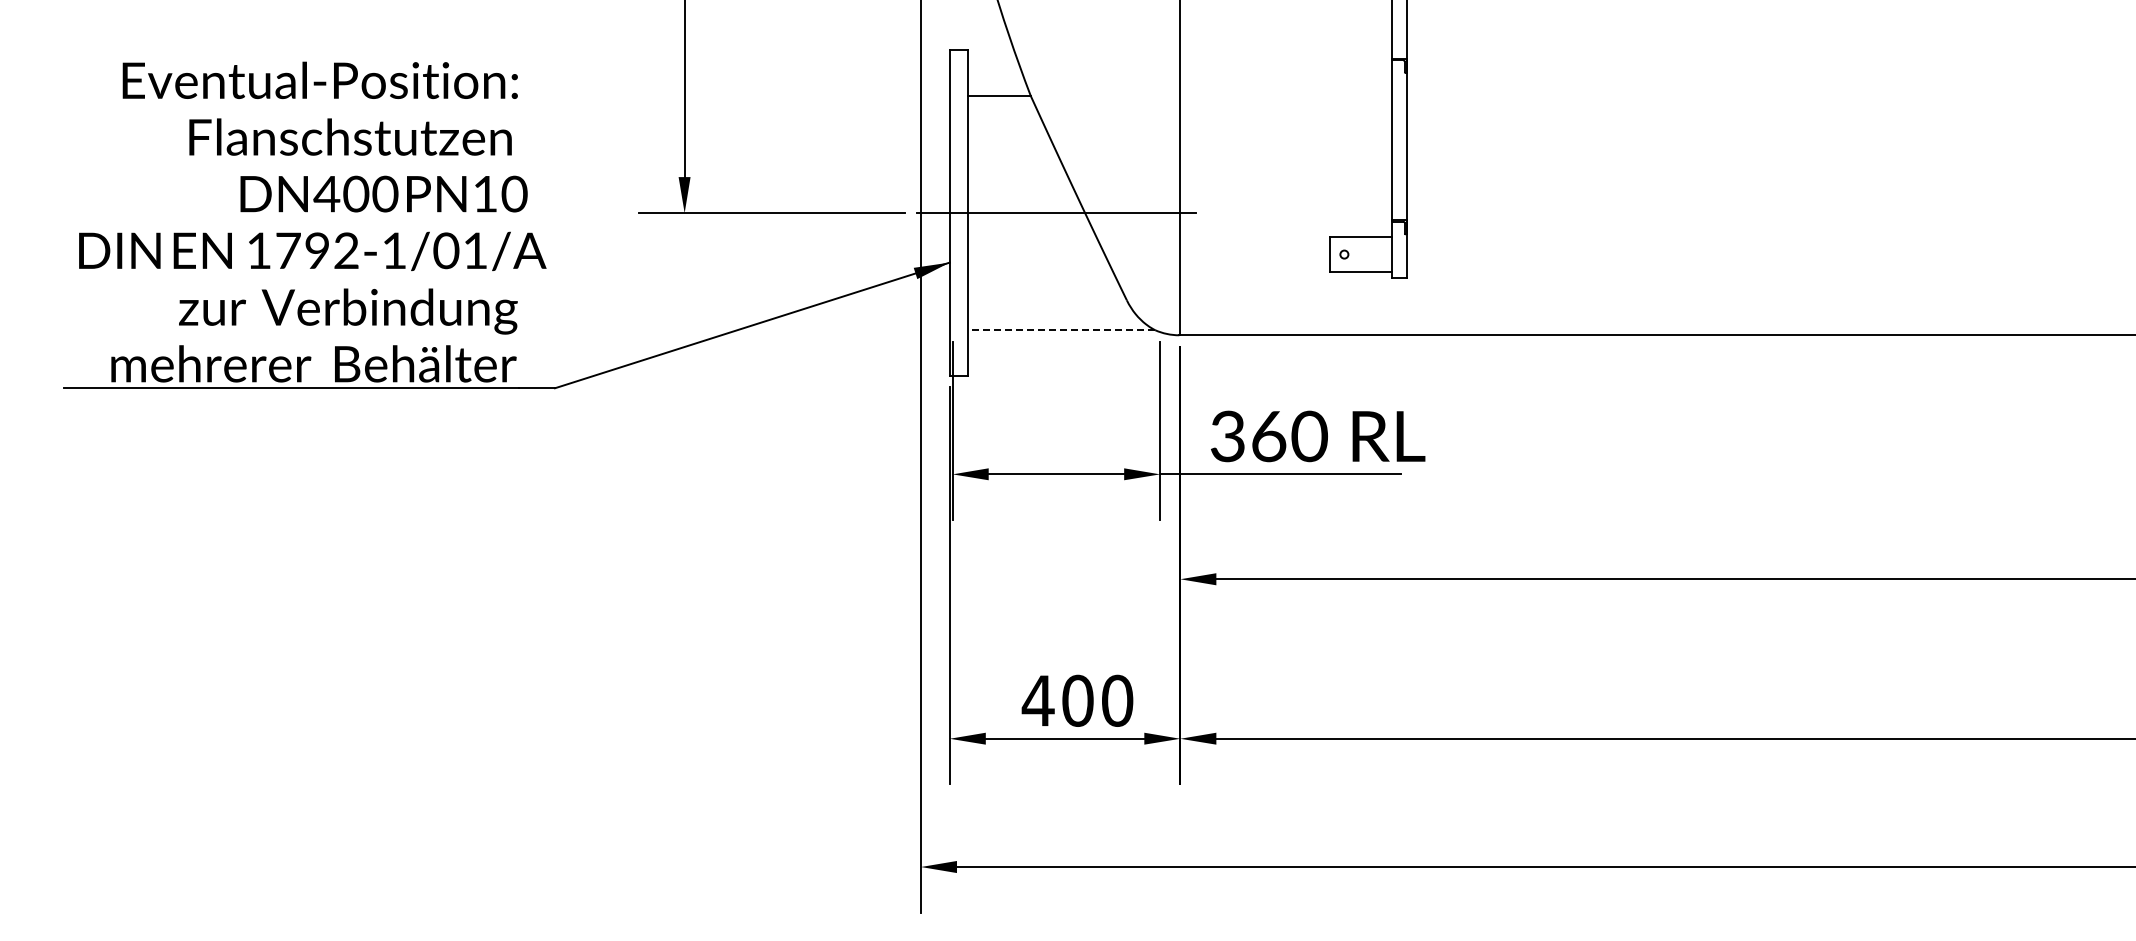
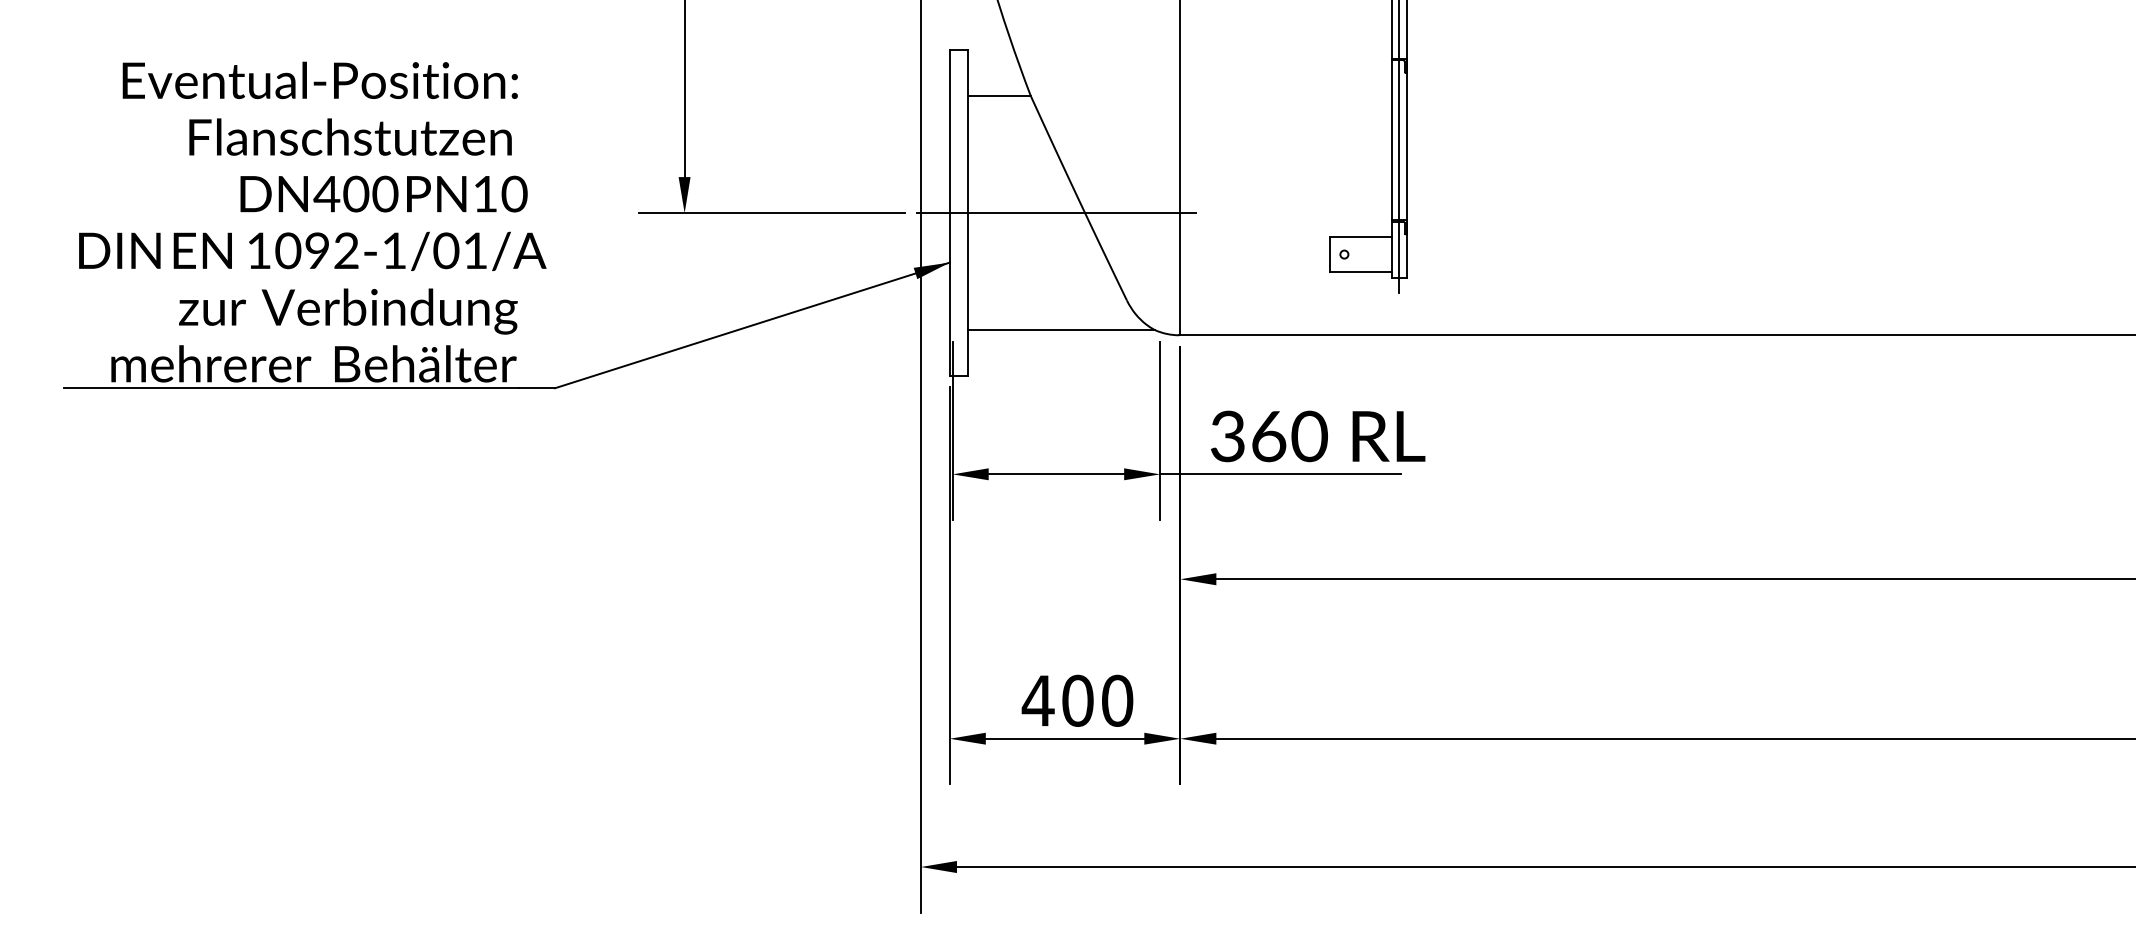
line at (1399, 147): none -> present
text at (288, 250): 1792-1/01/A -> 1092-1/01/A
line at (1061, 330): dashed -> solid
